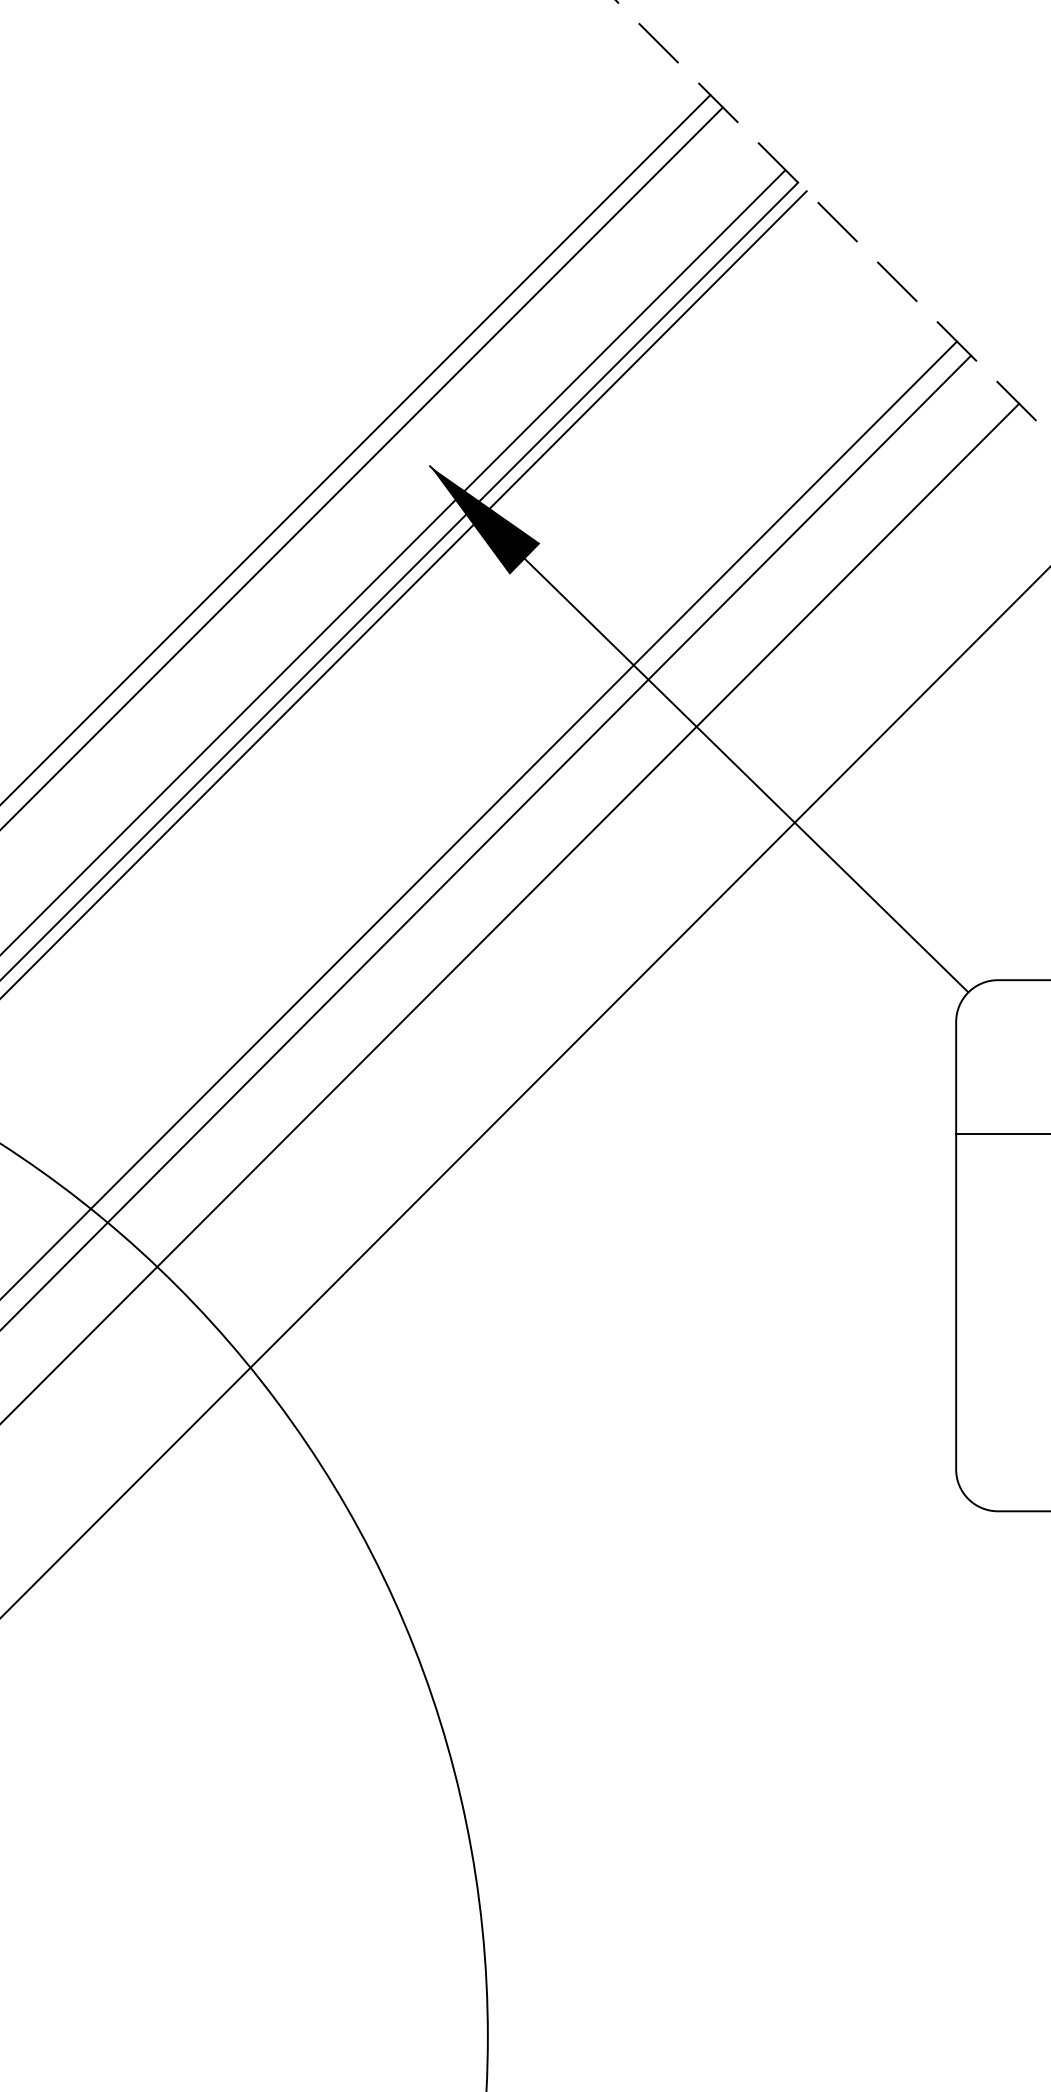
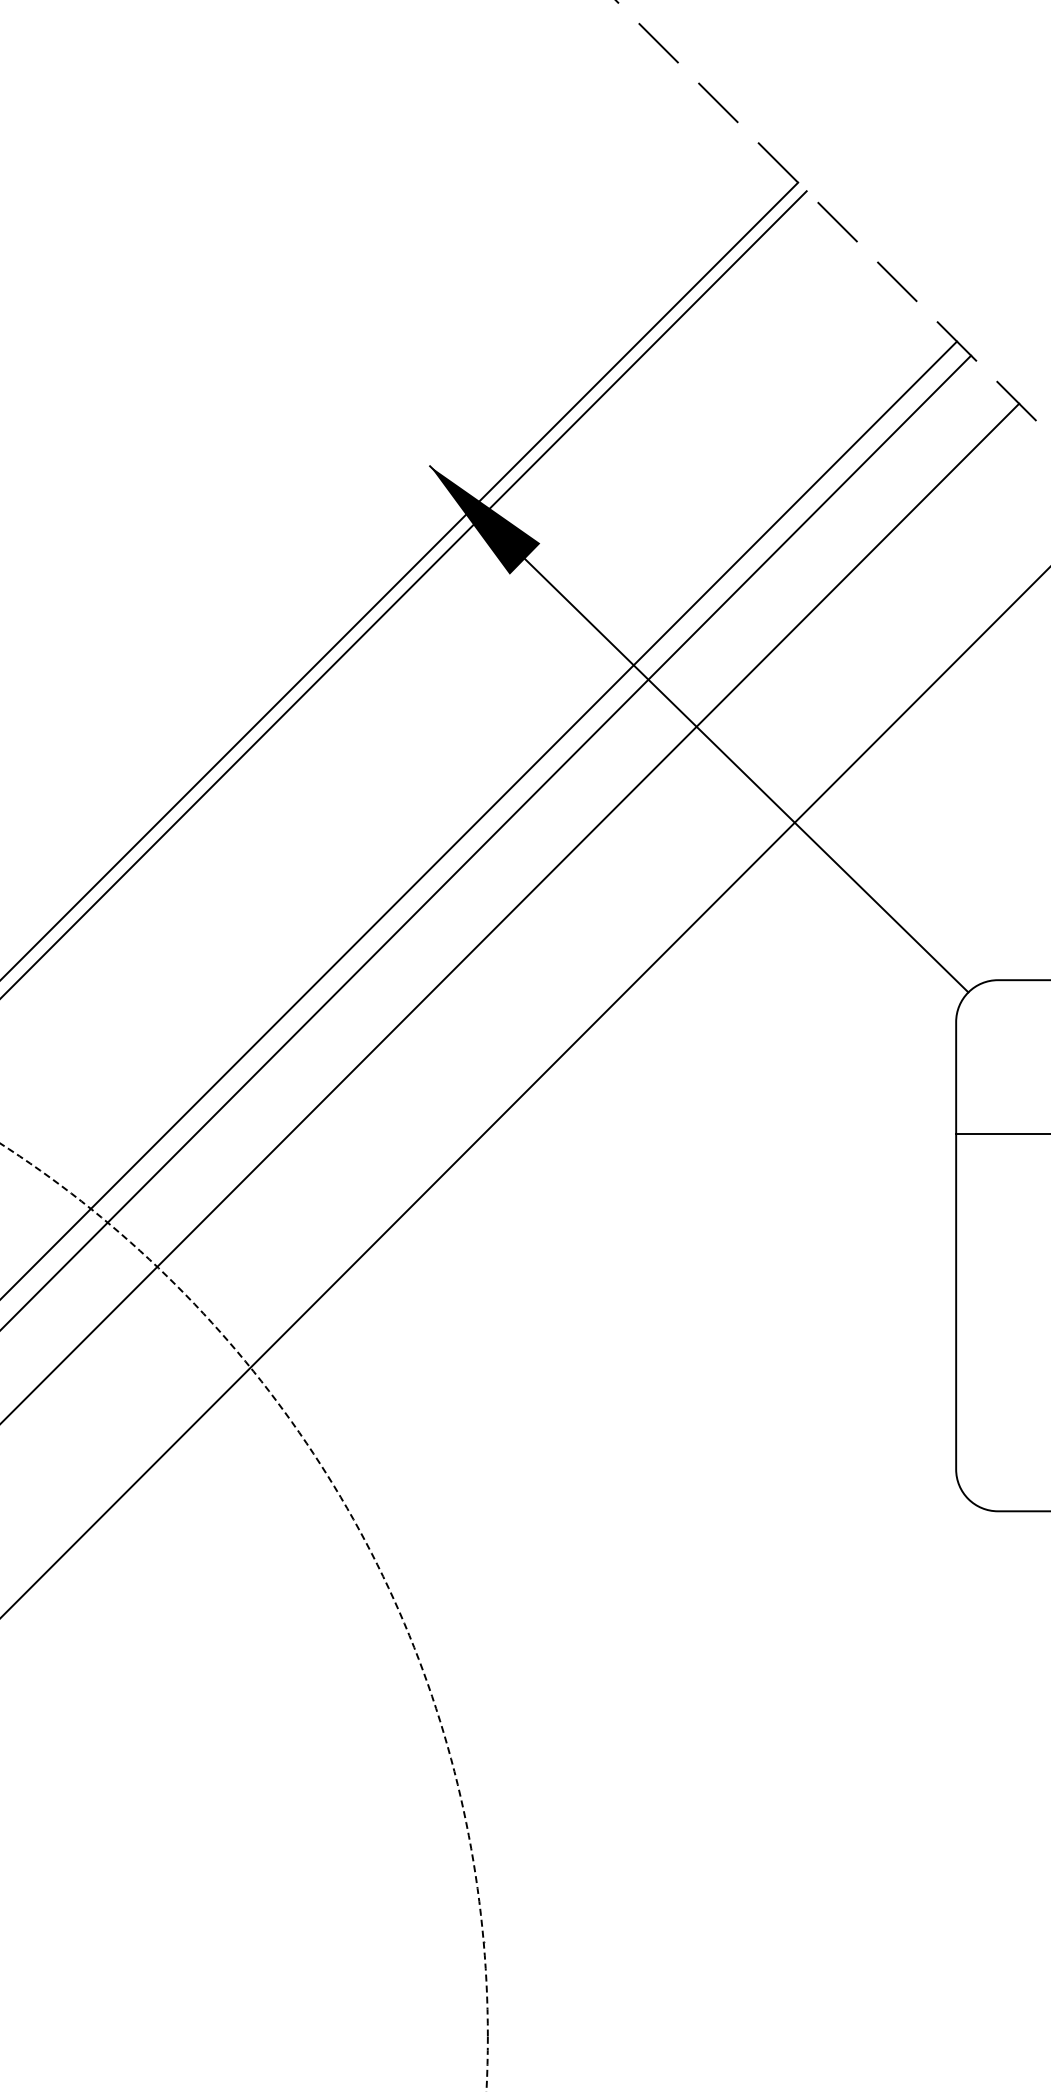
line at (356, 449): present -> none
line at (362, 467): present -> none
line at (393, 561): present -> none
circle at (243, 1617): solid -> dashed
